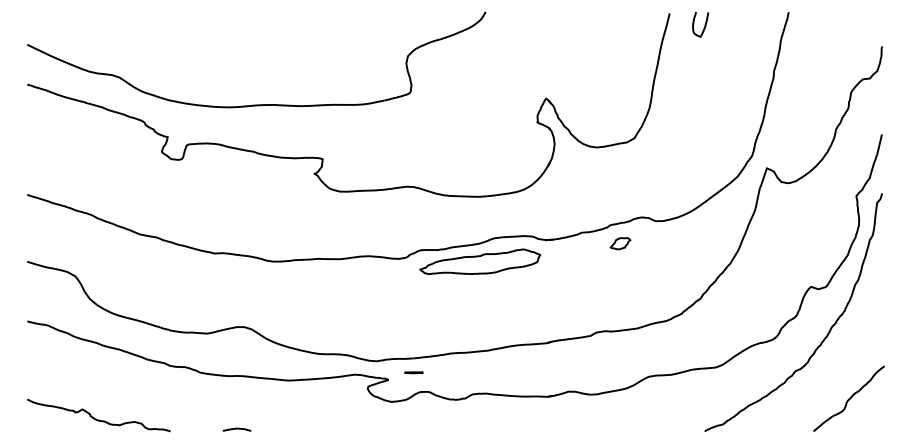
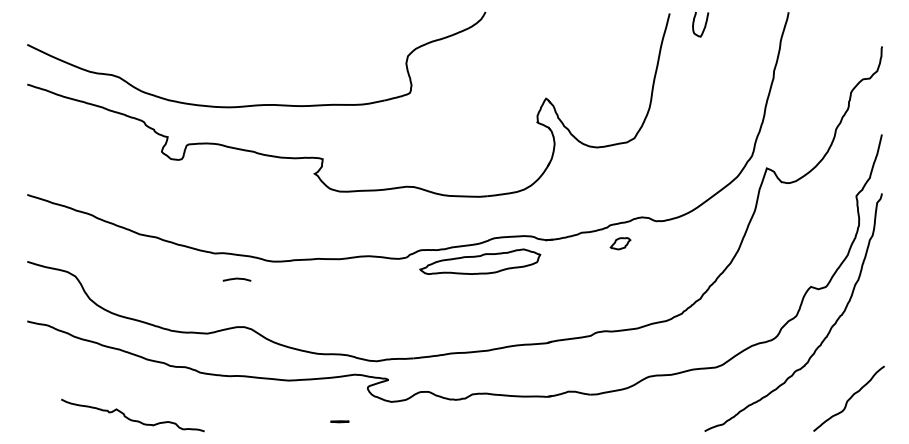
line at (413, 372) position: (413, 372) -> (339, 421)
curve at (96, 418) position: (96, 418) -> (130, 418)
curve at (236, 429) position: (236, 429) -> (236, 279)
